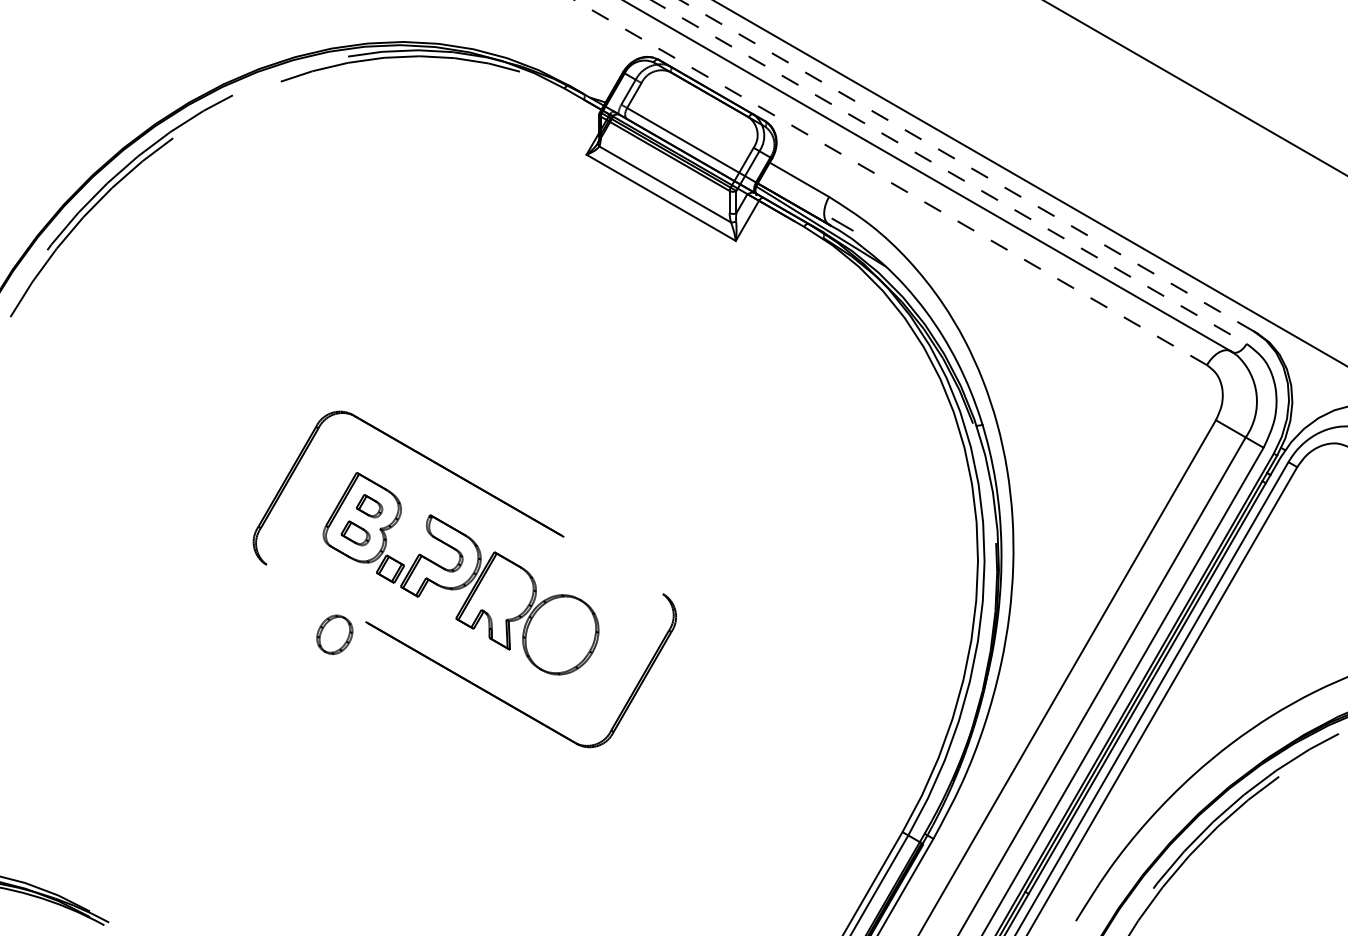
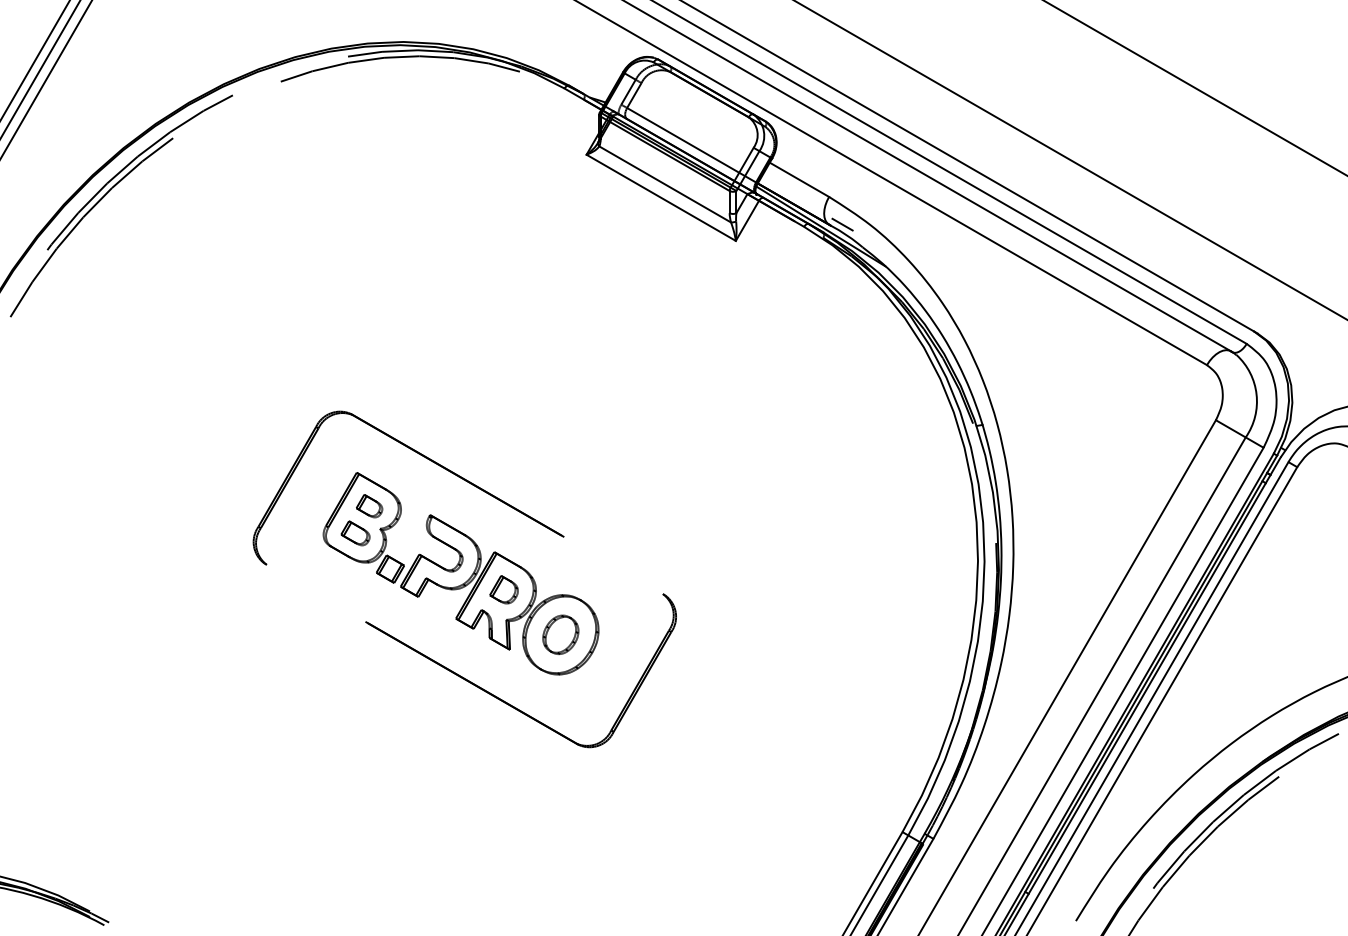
line at (35, 60): none -> present
line at (40, 68): none -> present
line at (46, 79): none -> present
line at (966, 165): dashed -> solid
line at (948, 171): dashed -> solid
line at (890, 182): dashed -> solid
line at (1030, 183) position: (1030, 183) -> (1070, 160)
part at (503, 589): none -> present
part at (334, 634) position: (334, 634) -> (560, 634)
